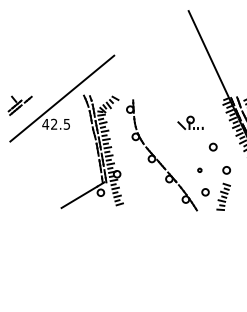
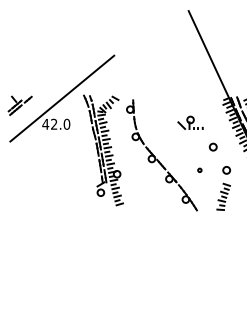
text at (66, 123): 42.5 -> 42.0
part at (205, 192): present -> none
line at (79, 197): present -> none
